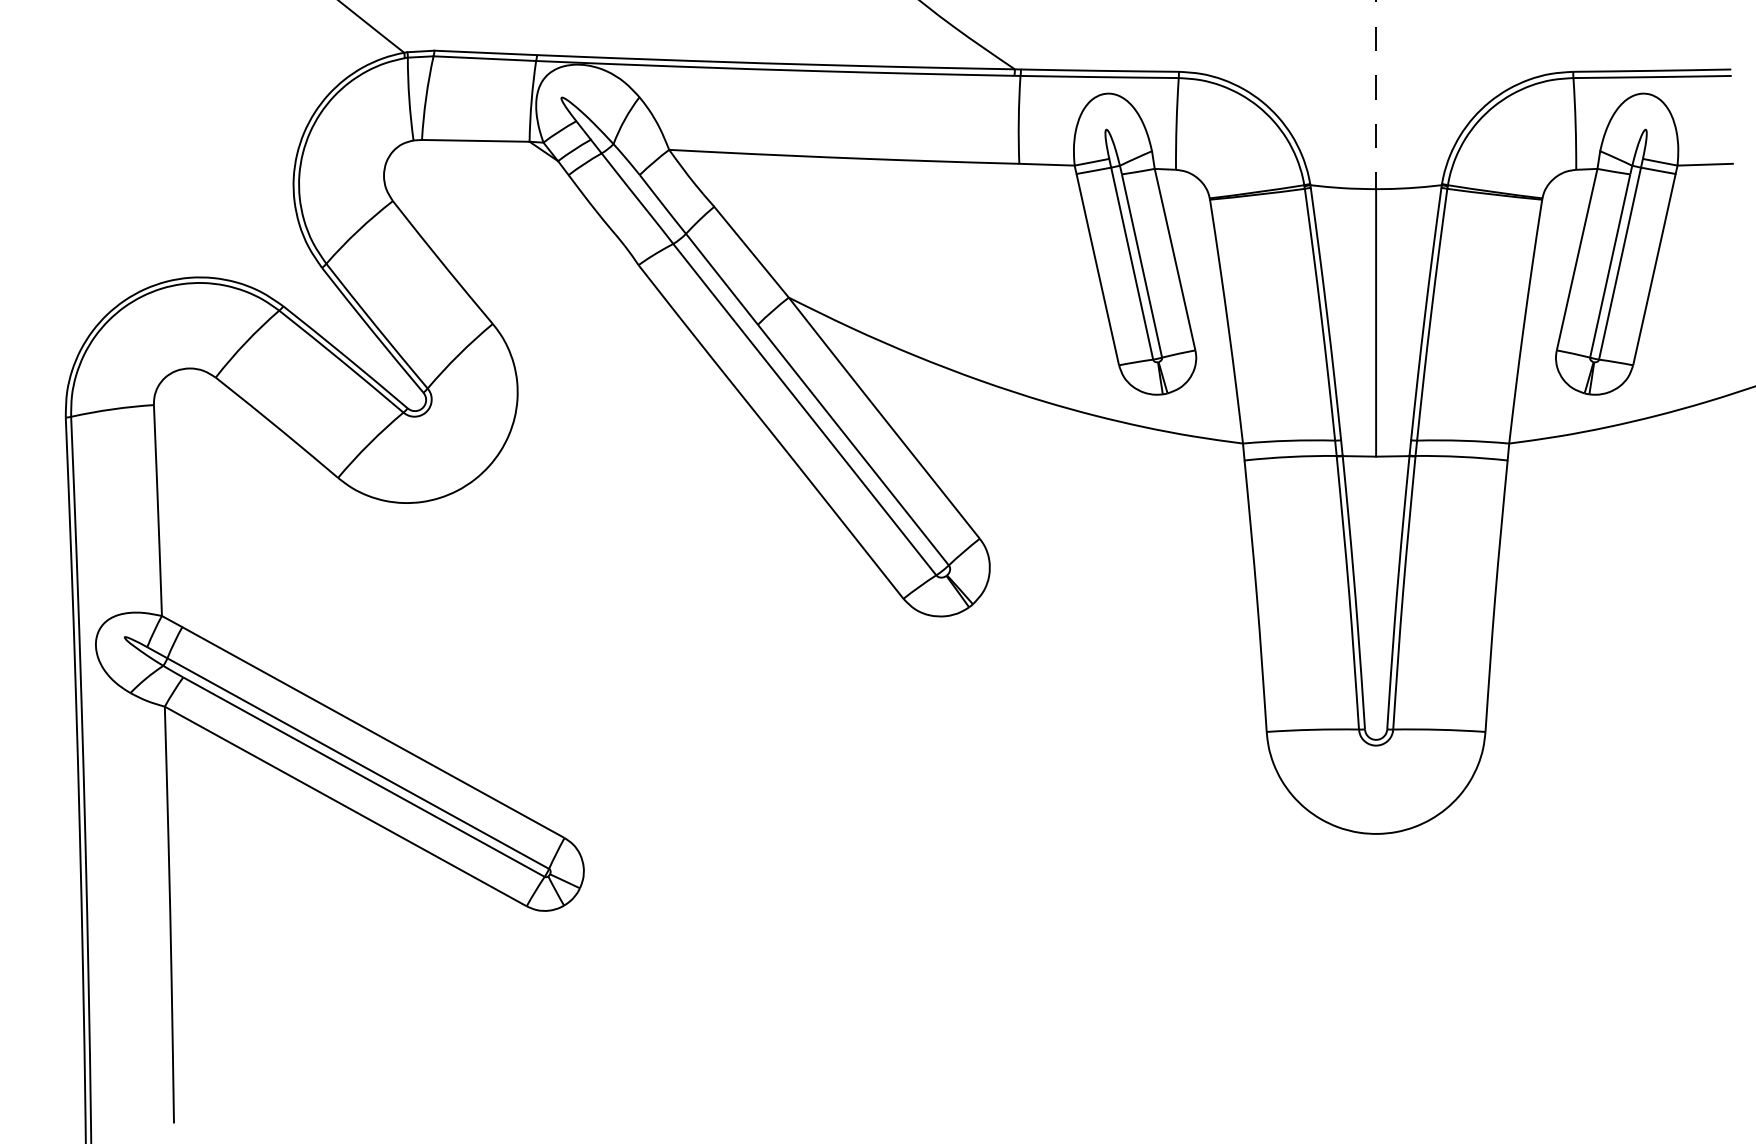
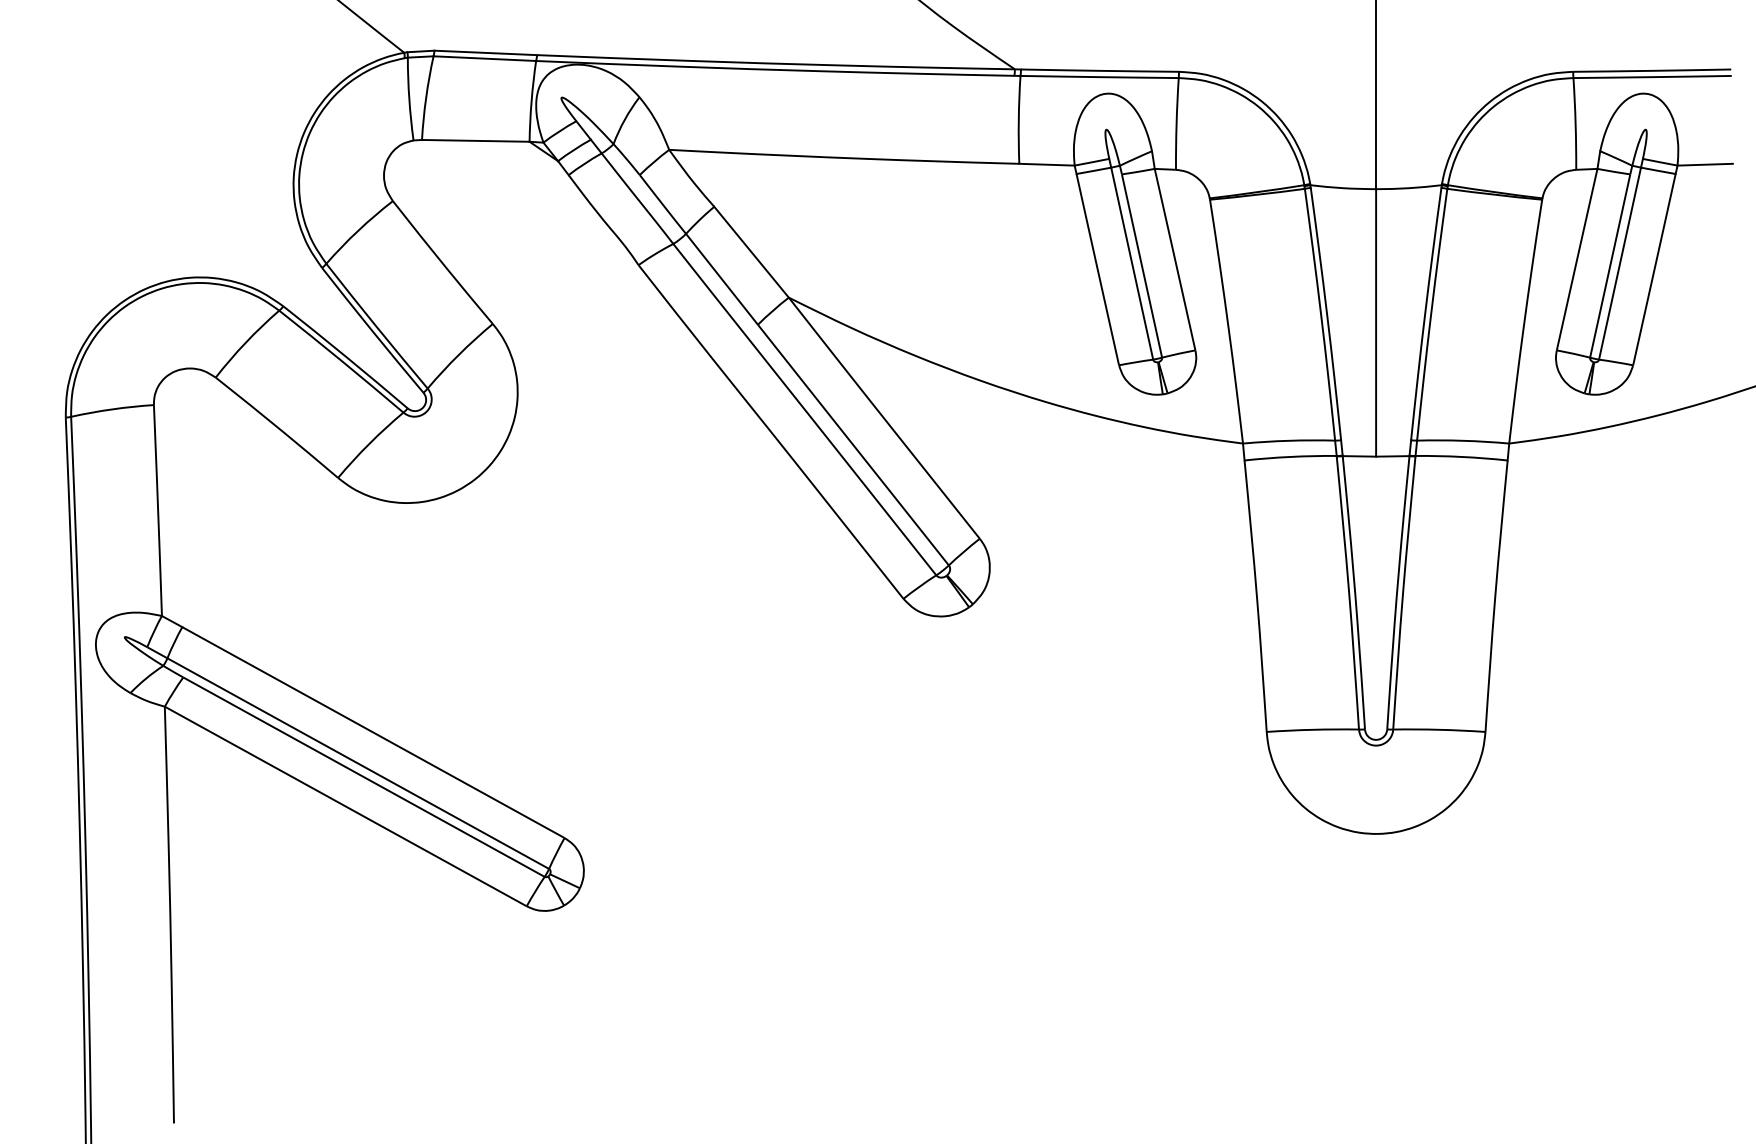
line at (1376, 95): dashed -> solid
